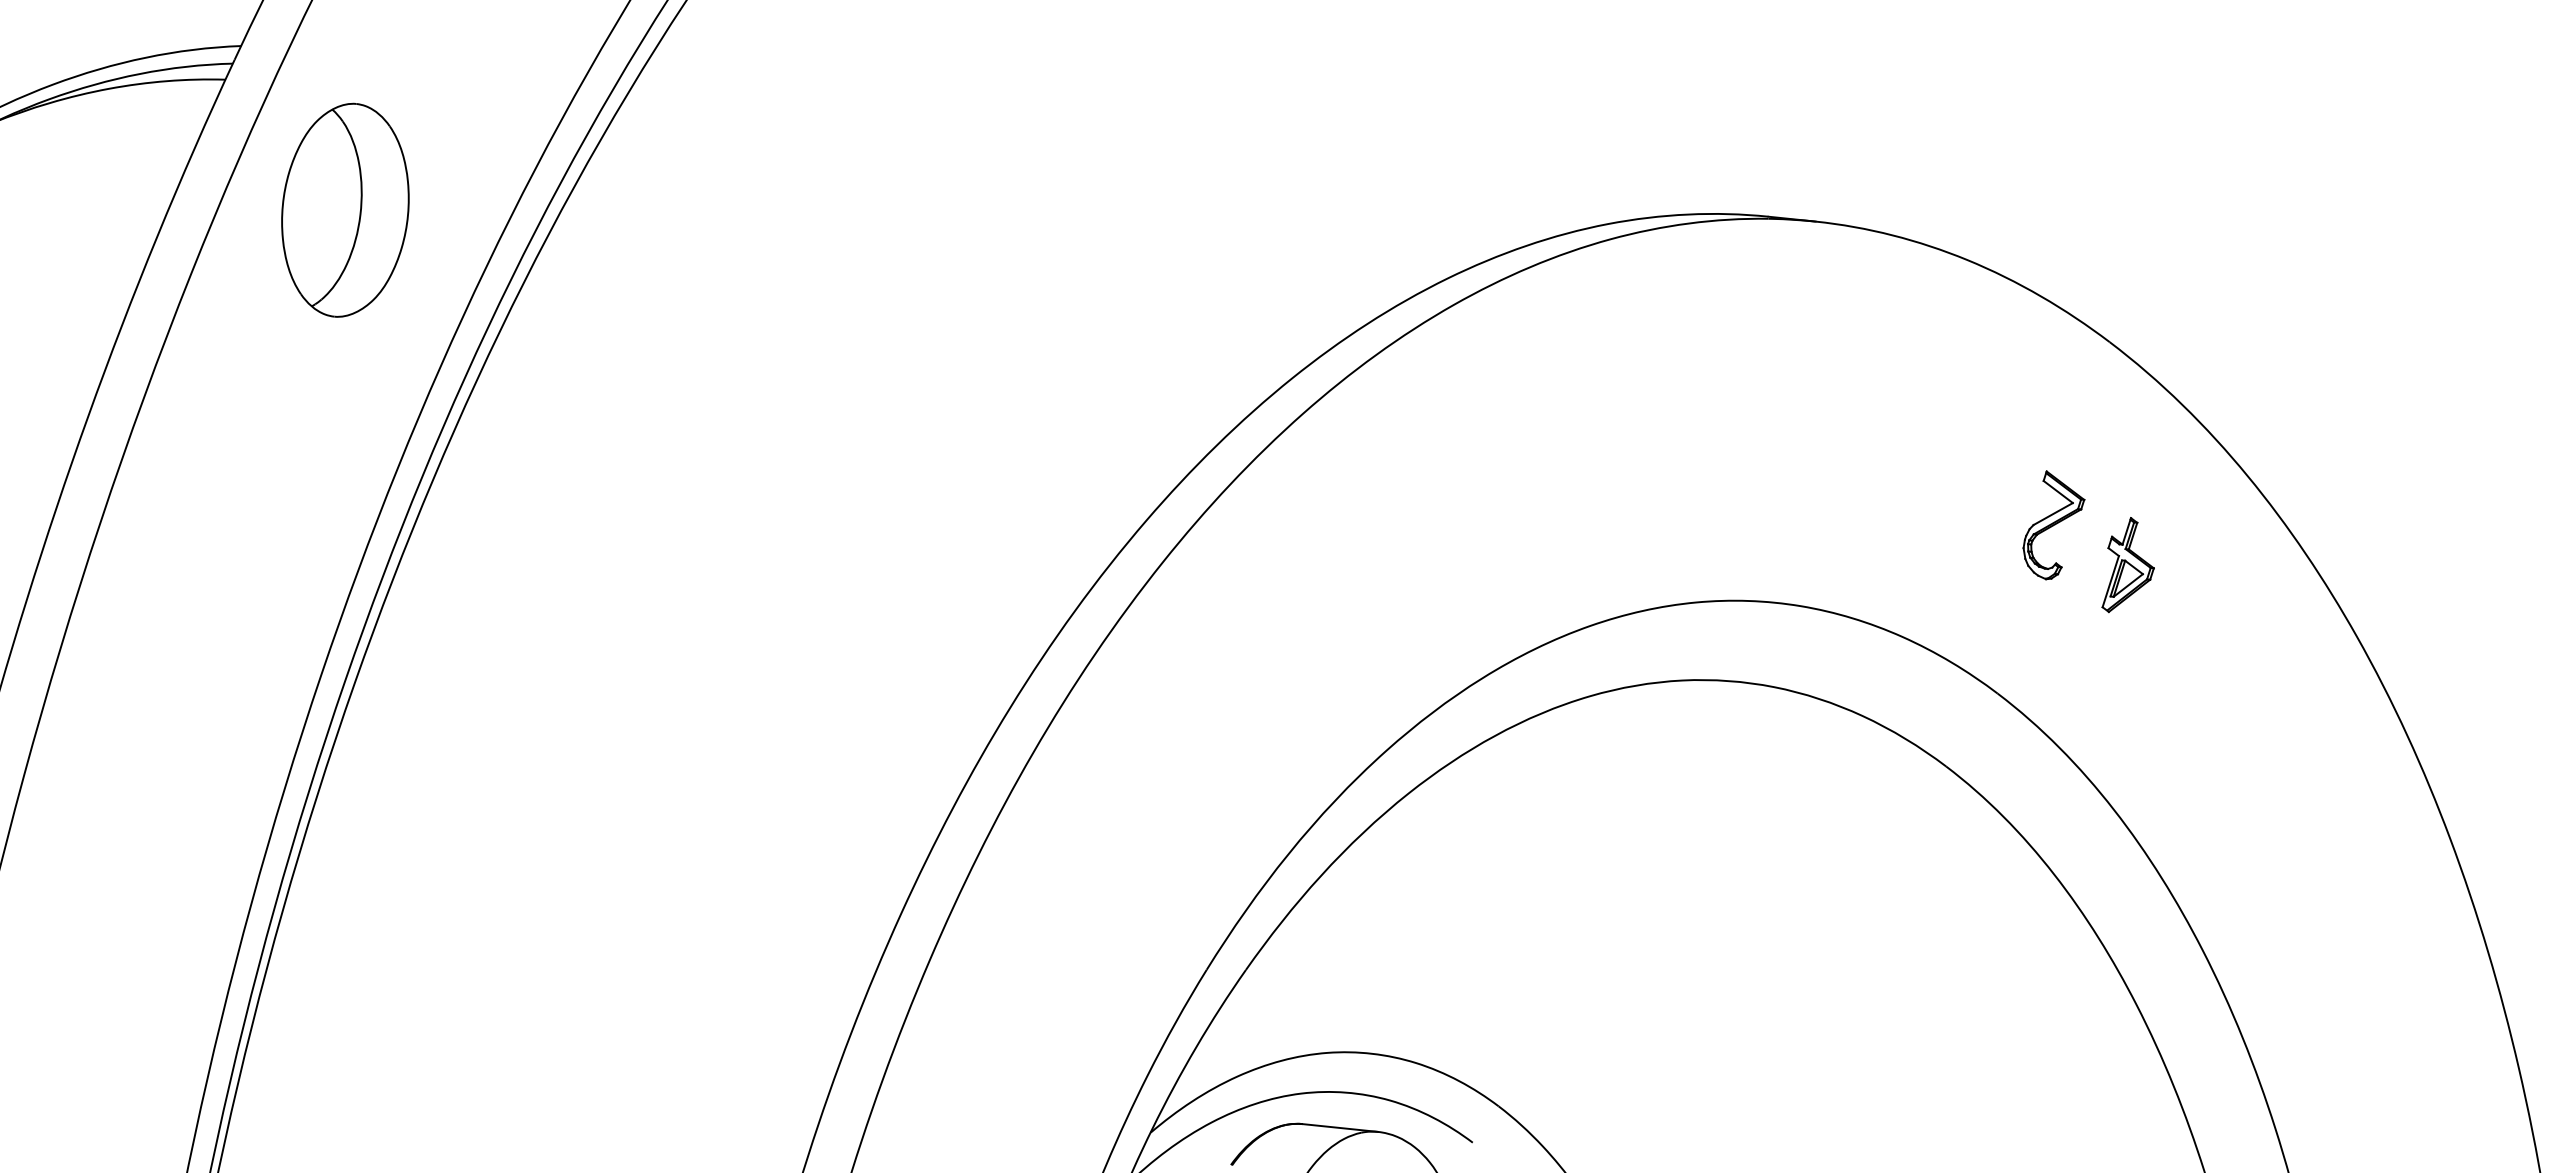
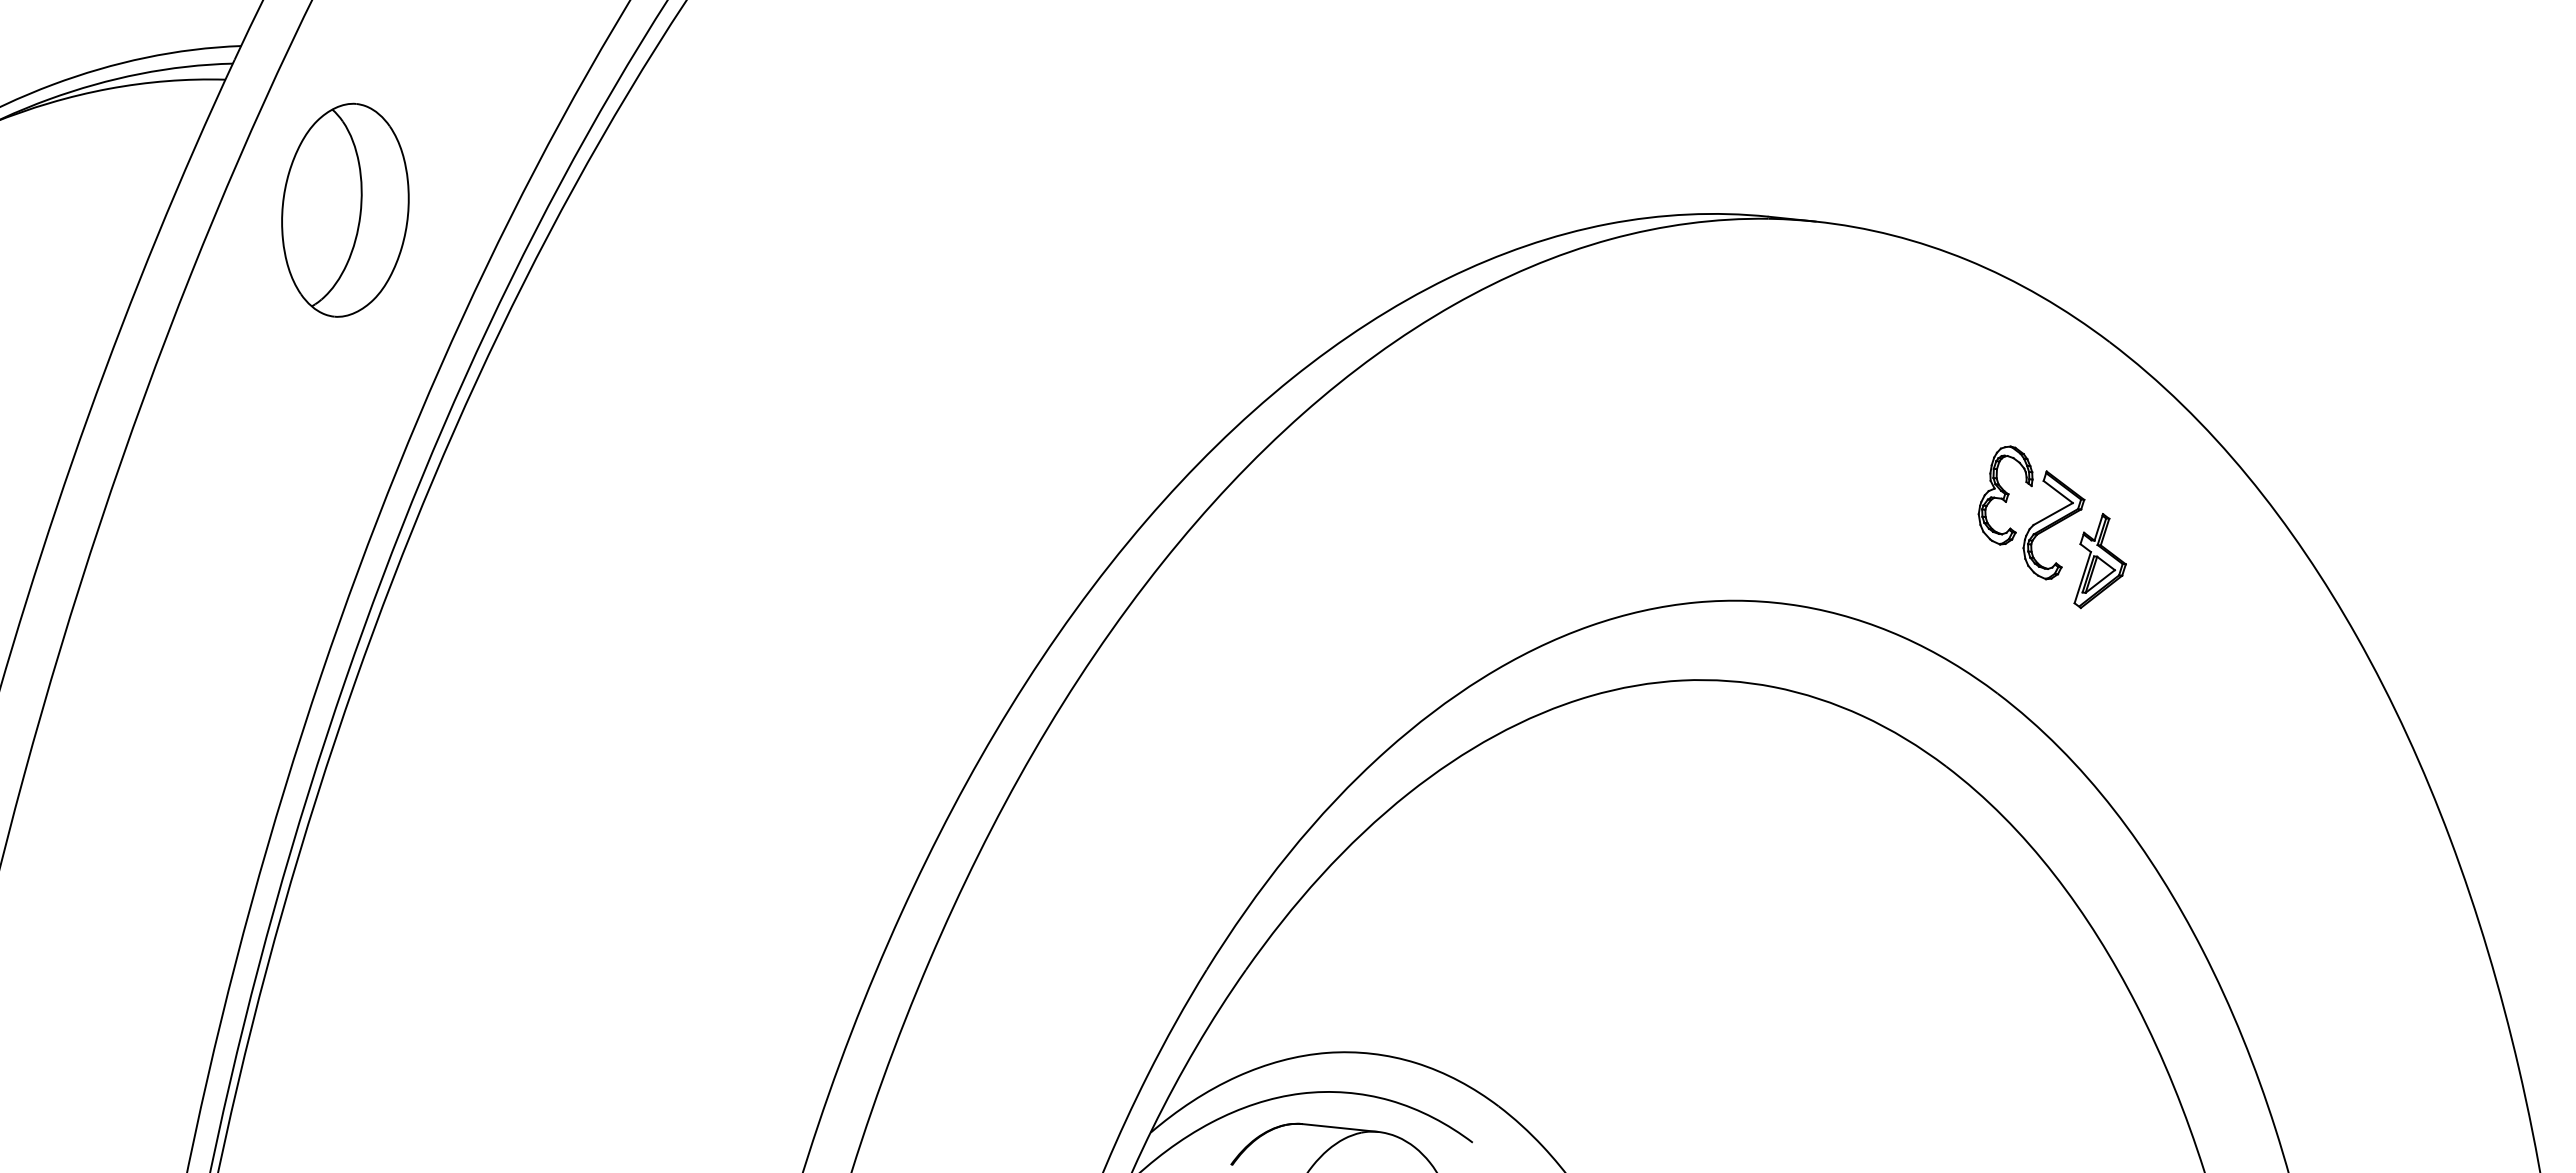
part at (2005, 495): none -> present
part at (2127, 565) position: (2127, 565) -> (2099, 561)
